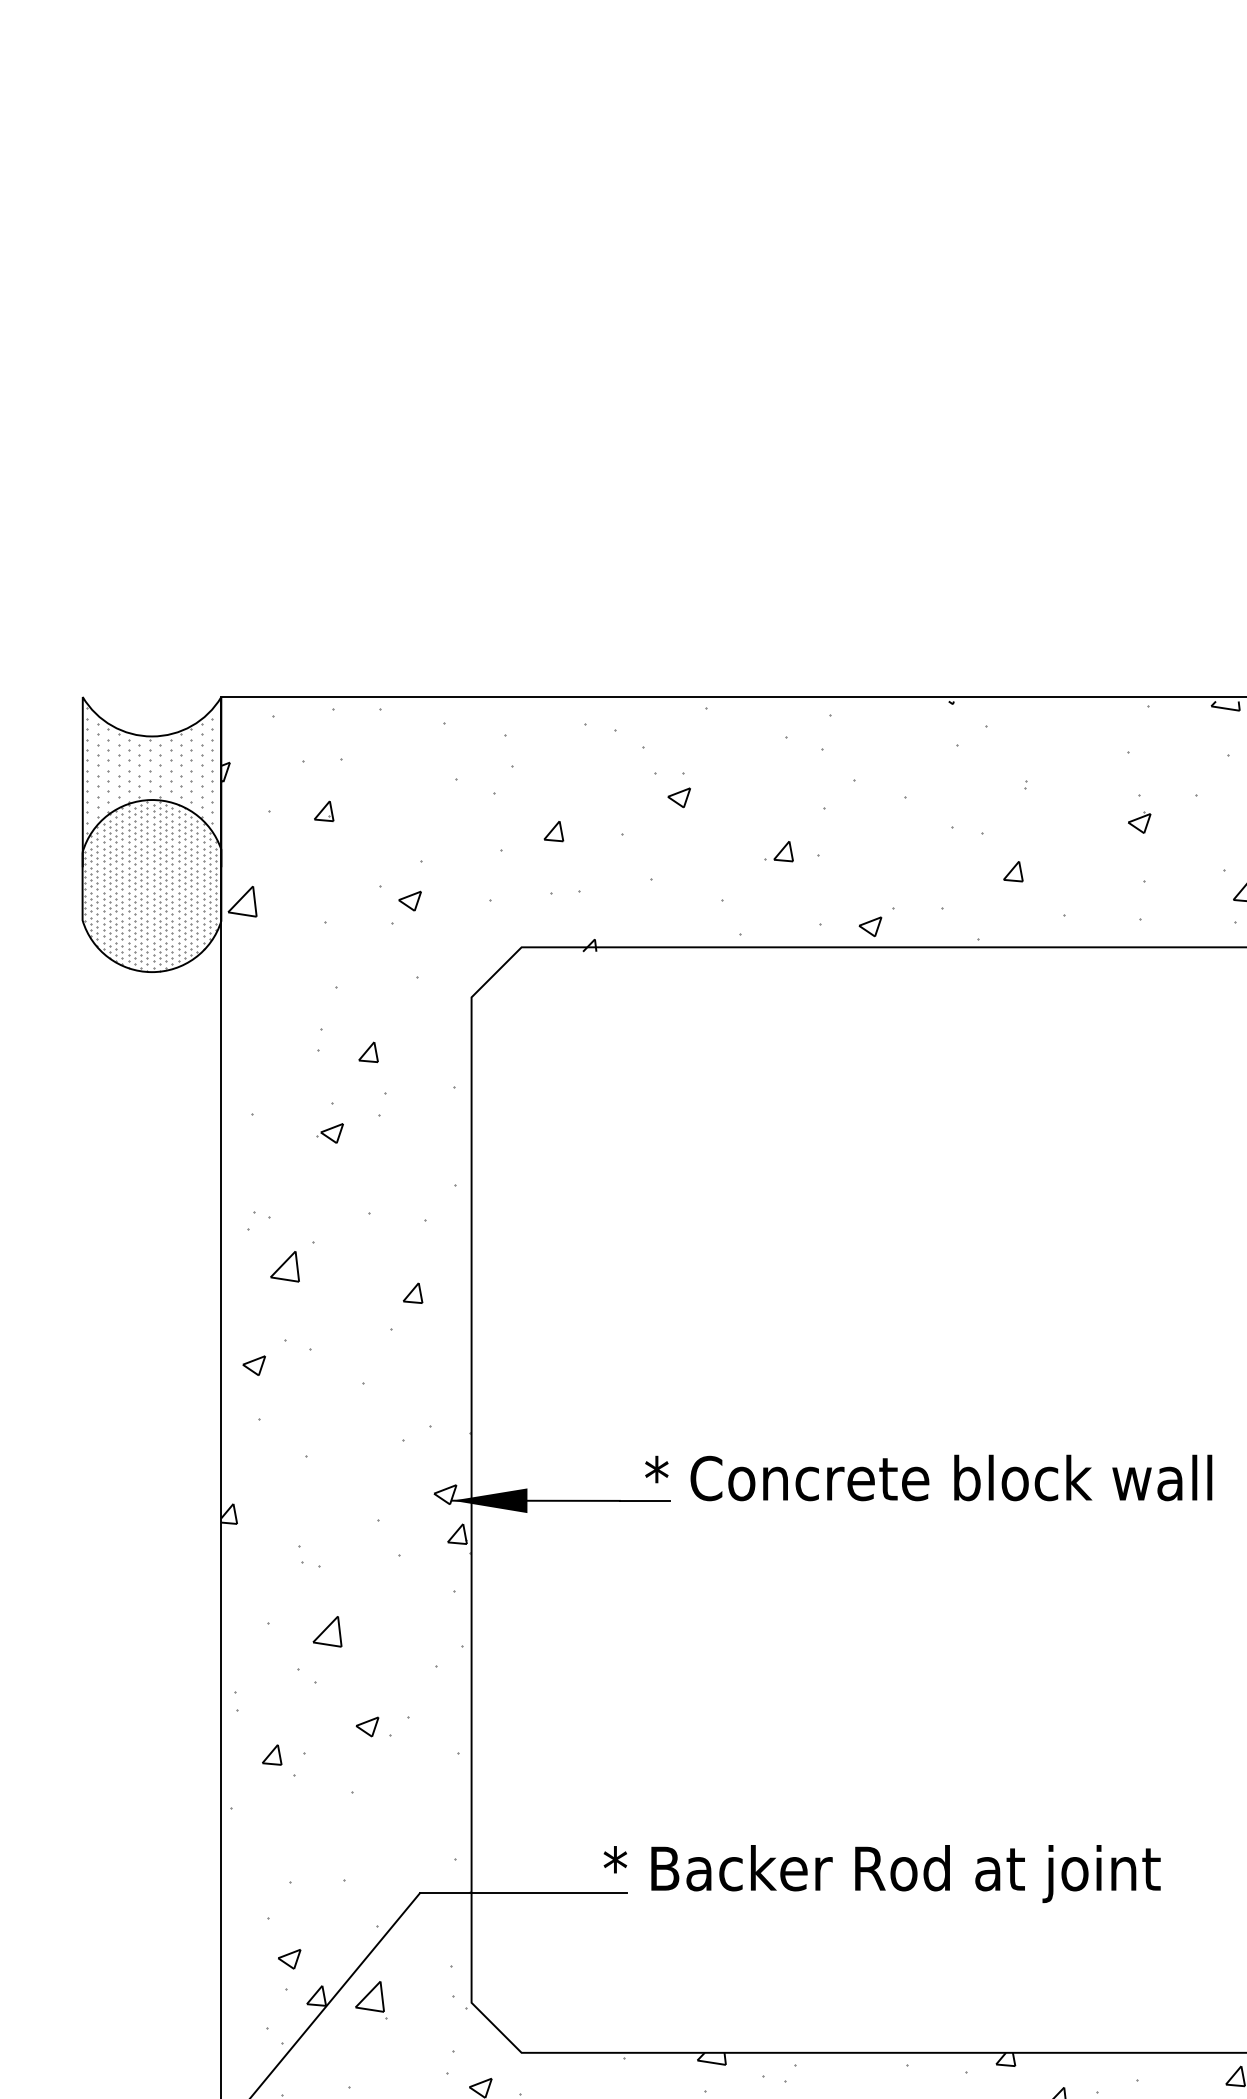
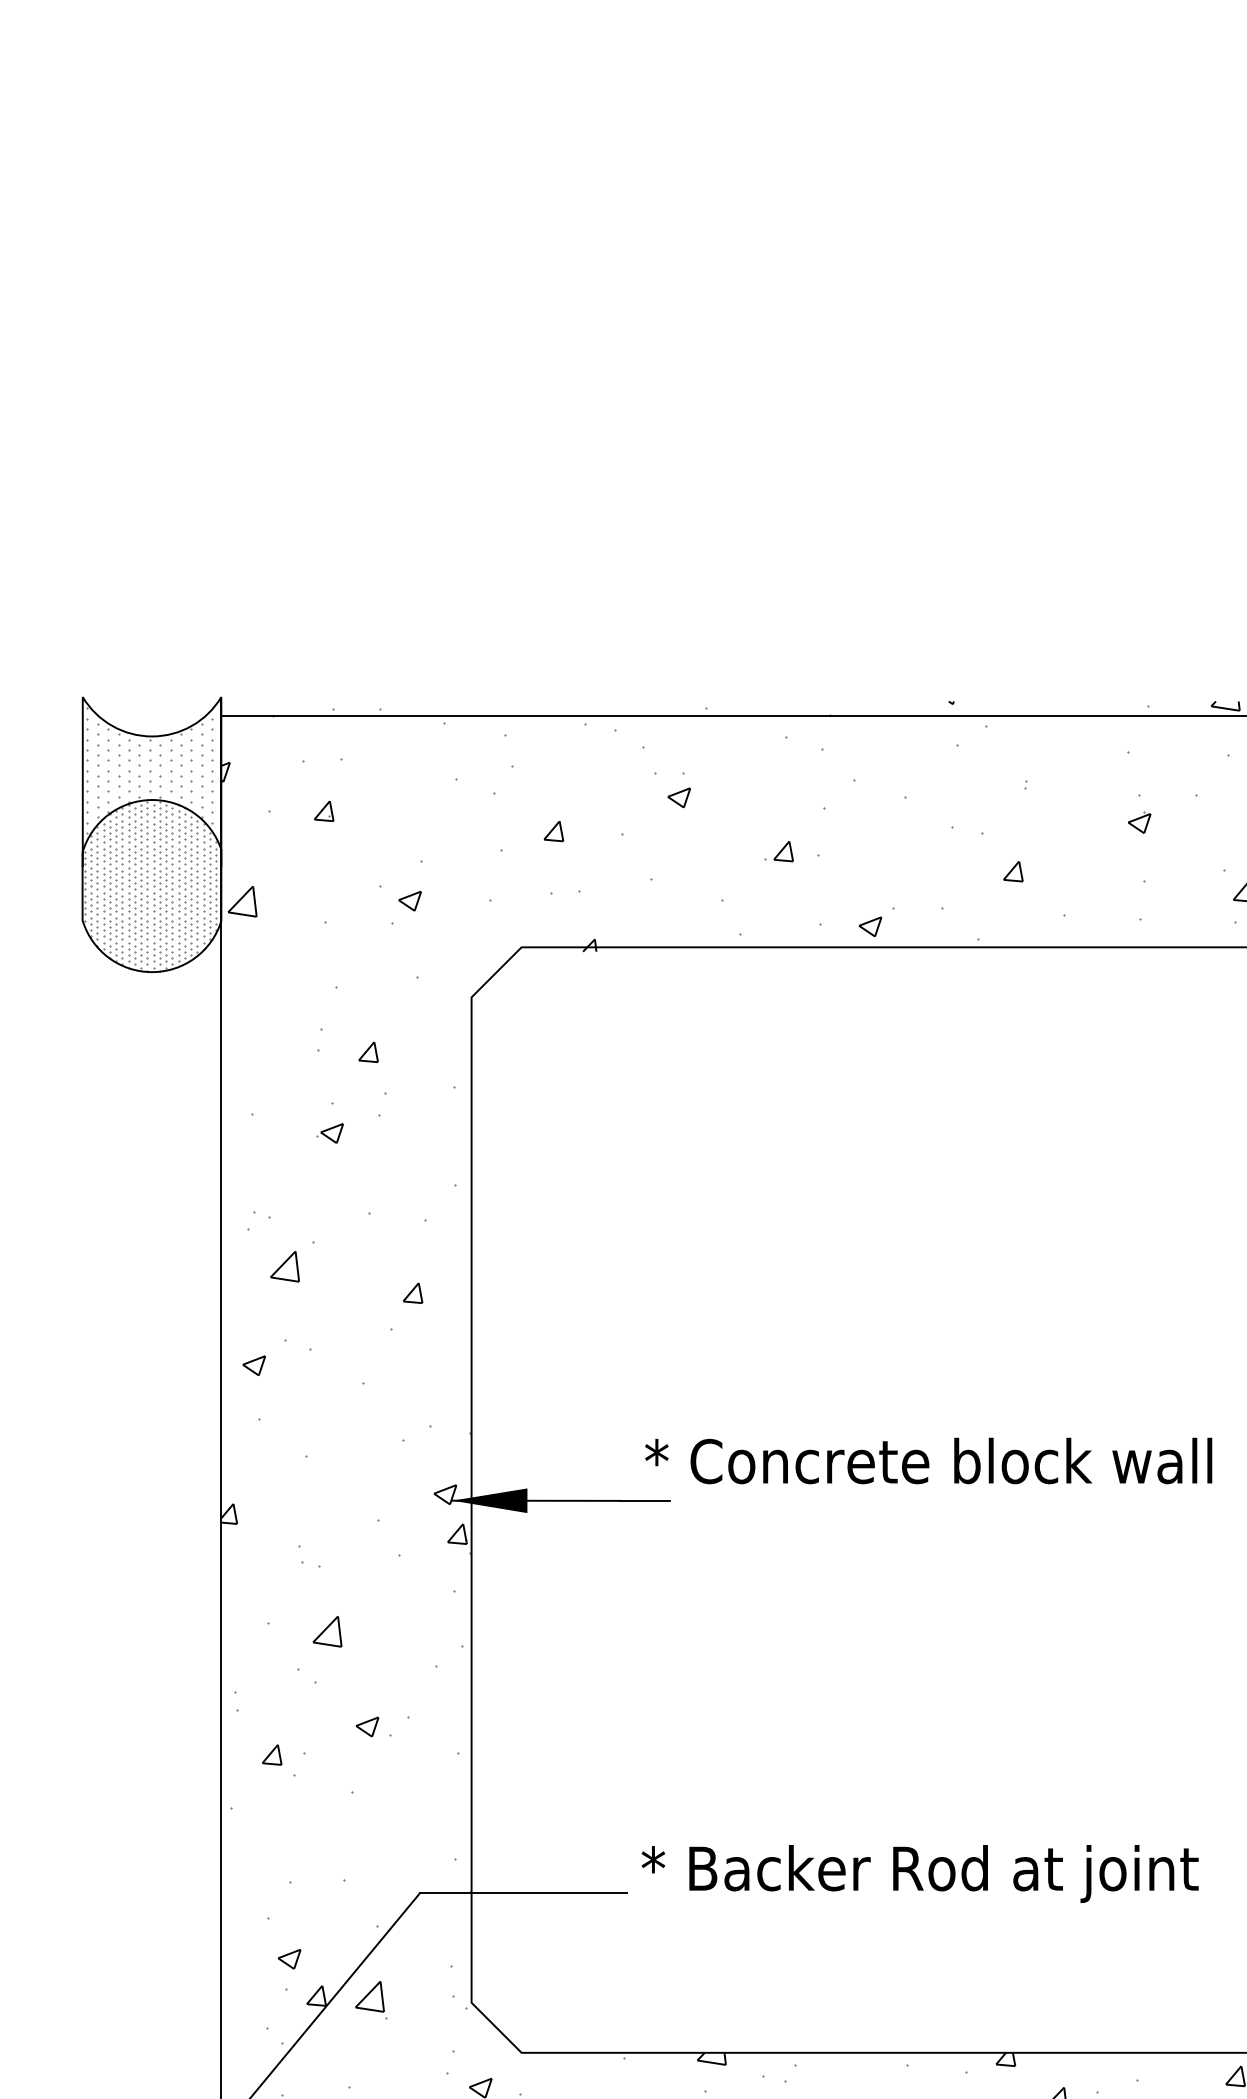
line at (732, 697) position: (732, 697) -> (732, 716)
text at (928, 1477) position: (928, 1477) -> (928, 1460)
text at (881, 1874) position: (881, 1874) -> (919, 1874)
